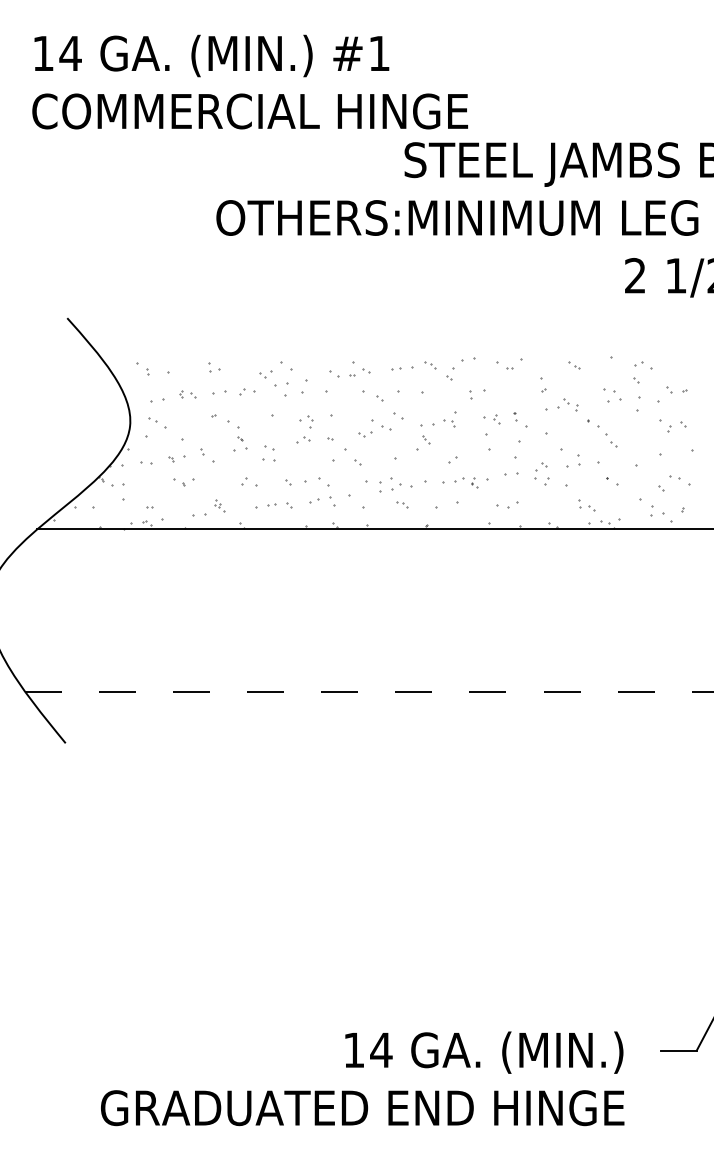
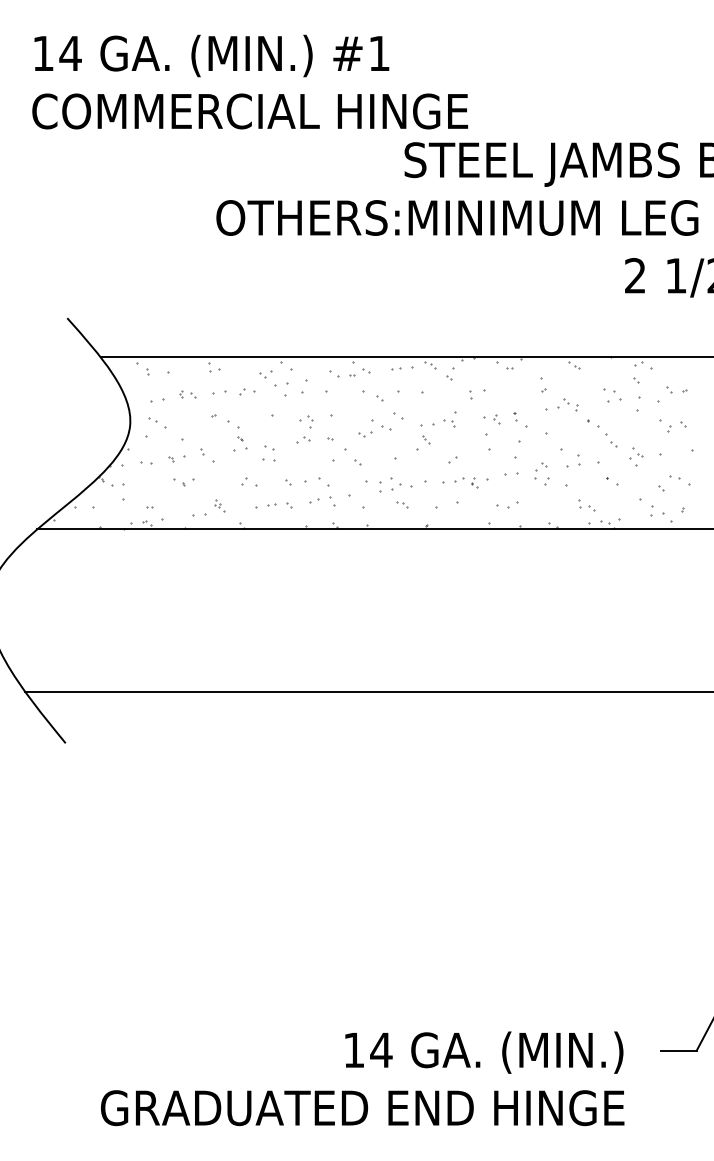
line at (405, 357): none -> present
part at (636, 453): none -> present
line at (369, 691): dashed -> solid
